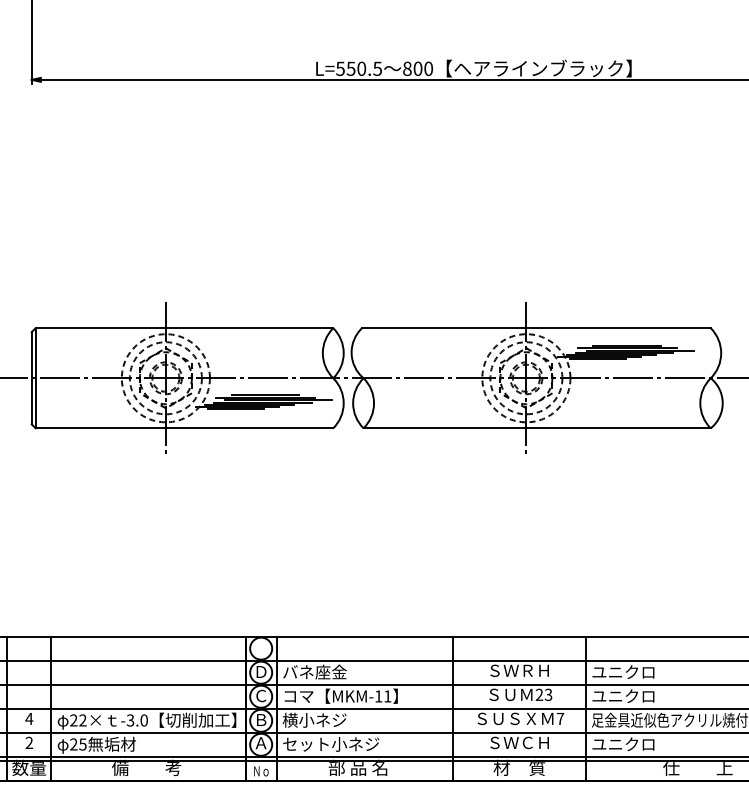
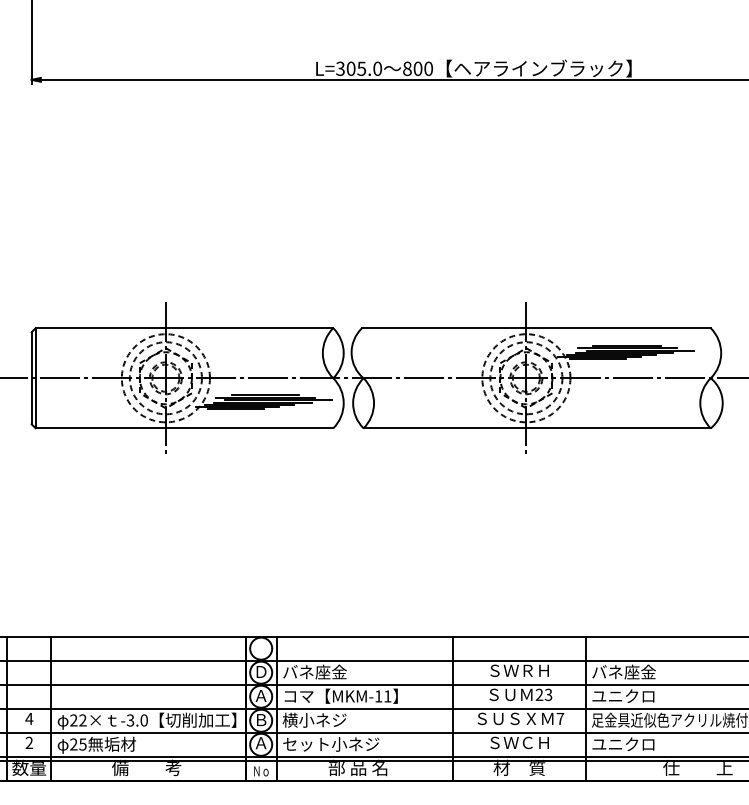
text at (359, 68): L=550.5 -> L=305.0
text at (623, 671): ユニクロ -> バネ座金
text at (260, 695): Ｃ -> Ａ
